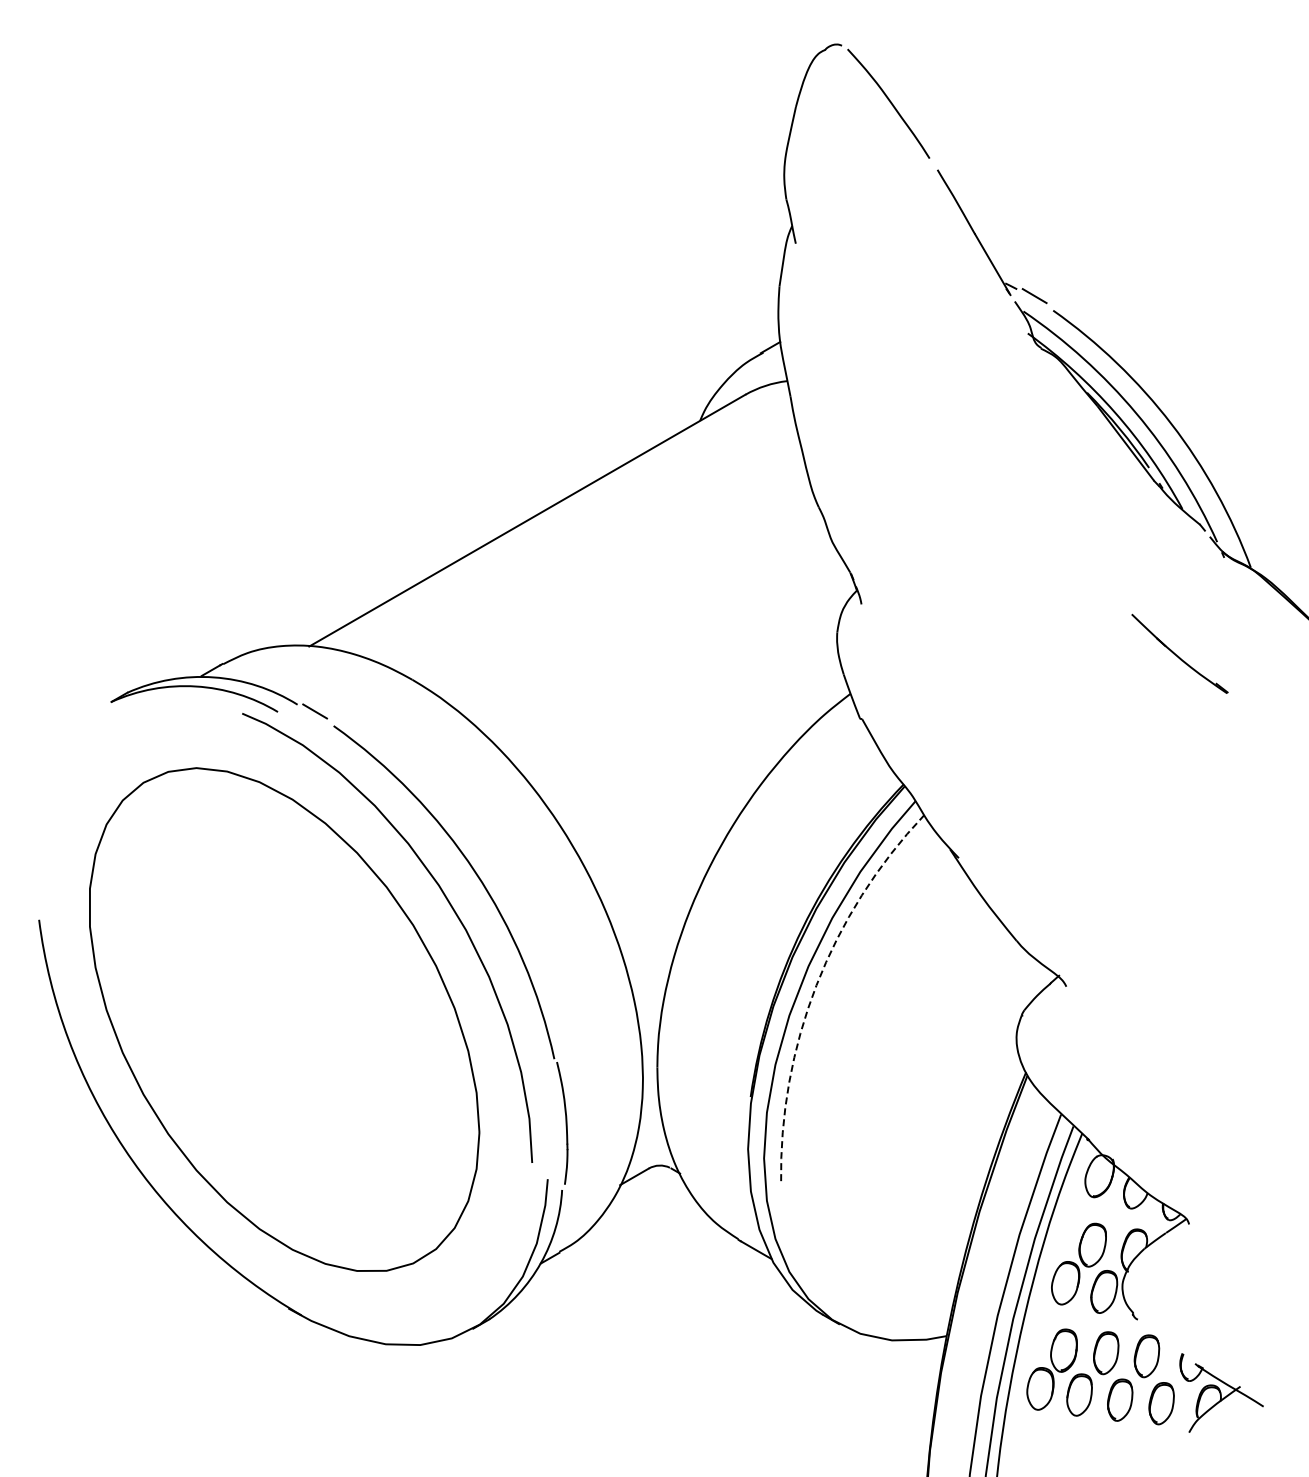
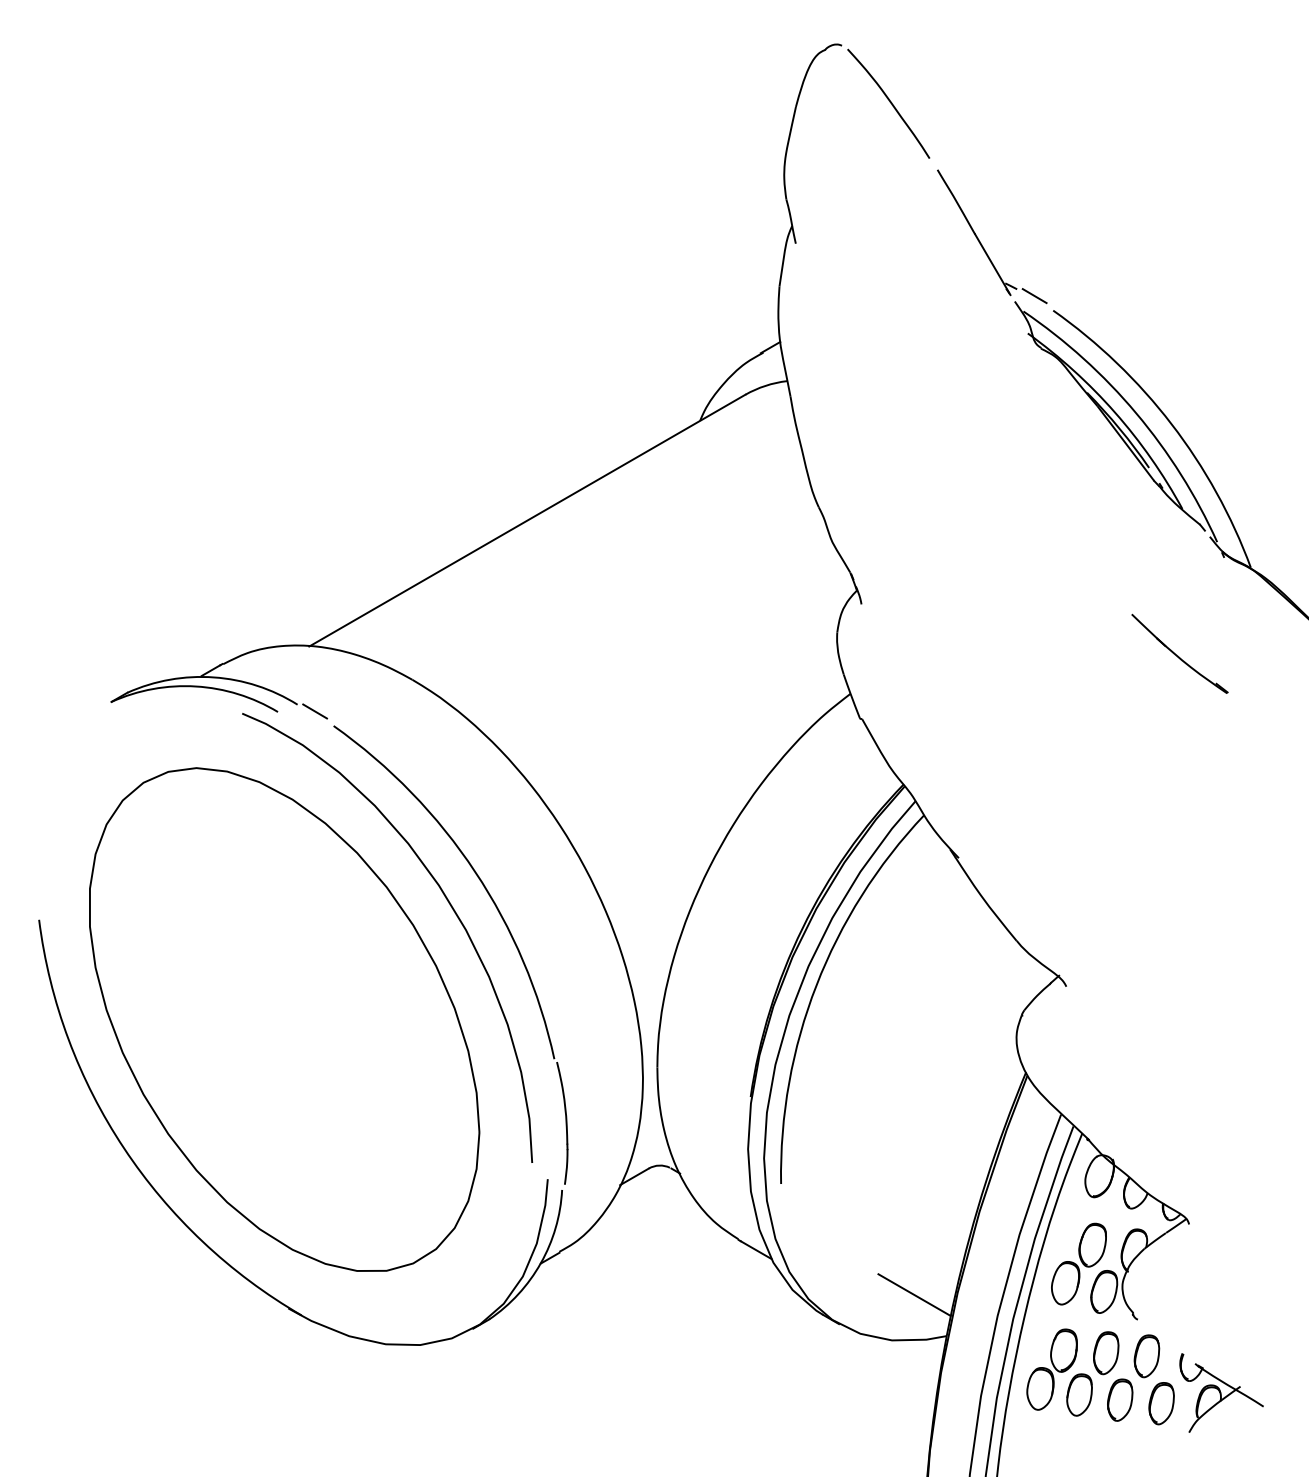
arc at (816, 985): dashed -> solid
line at (914, 1294): none -> present
